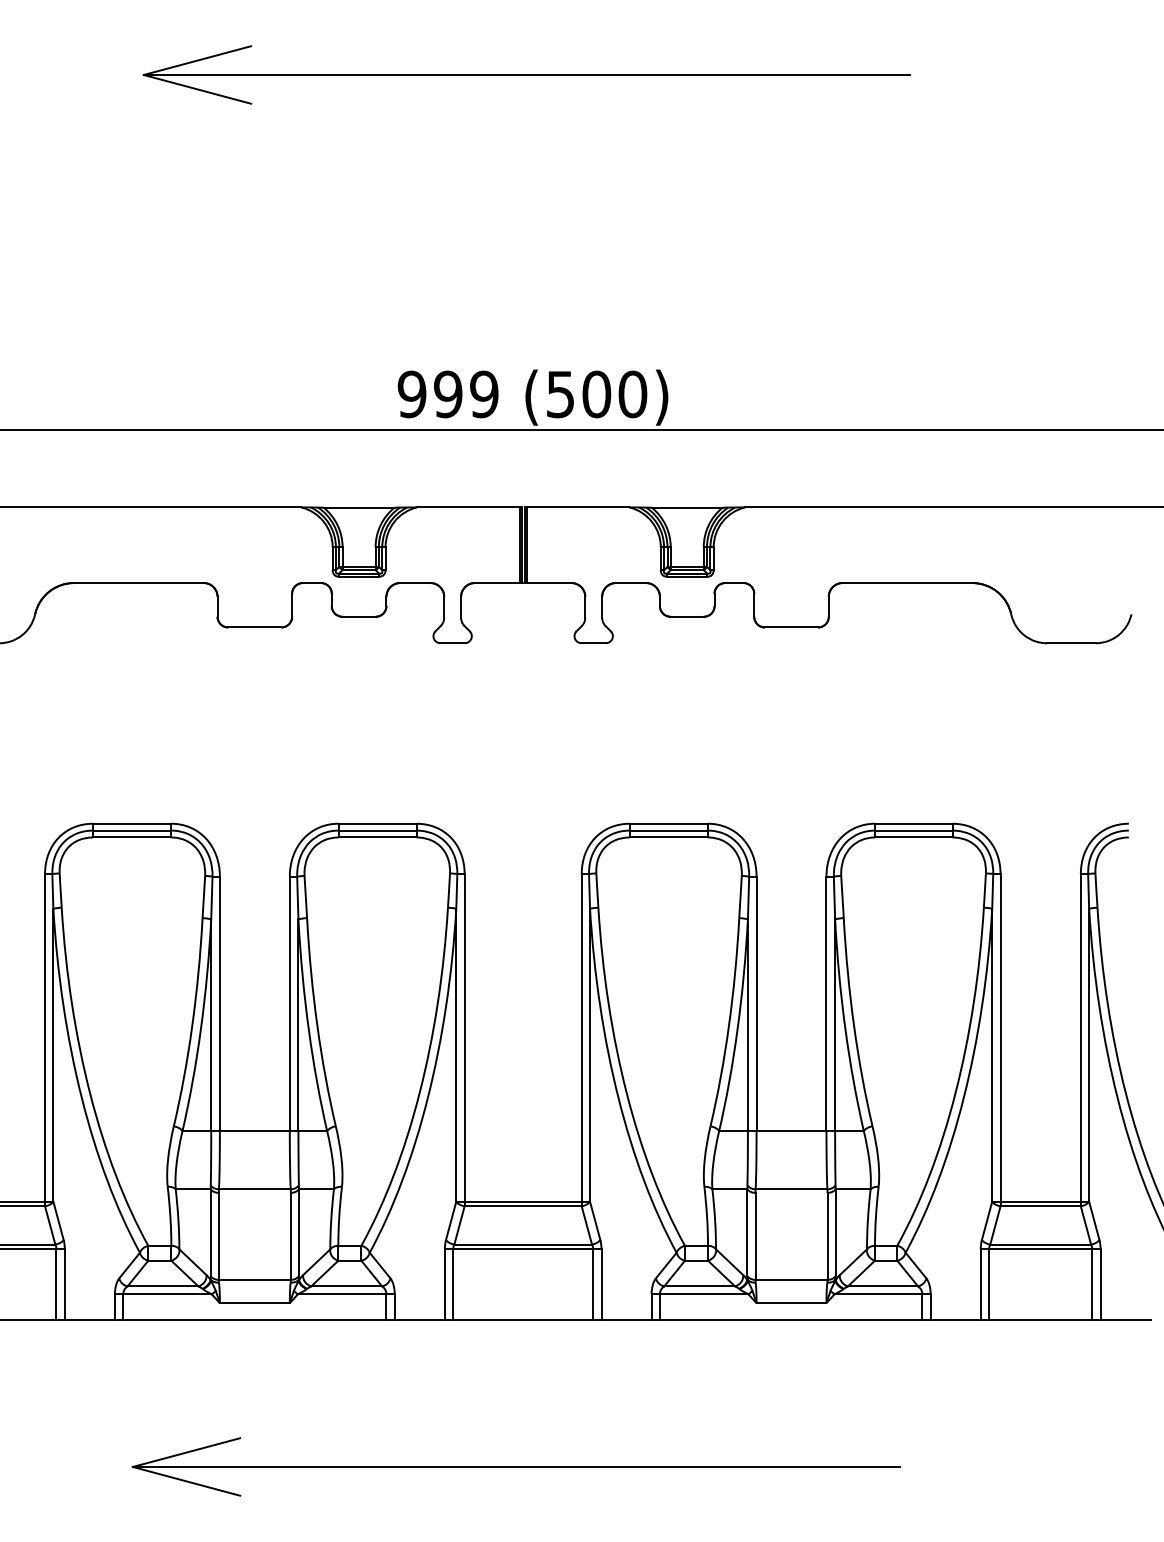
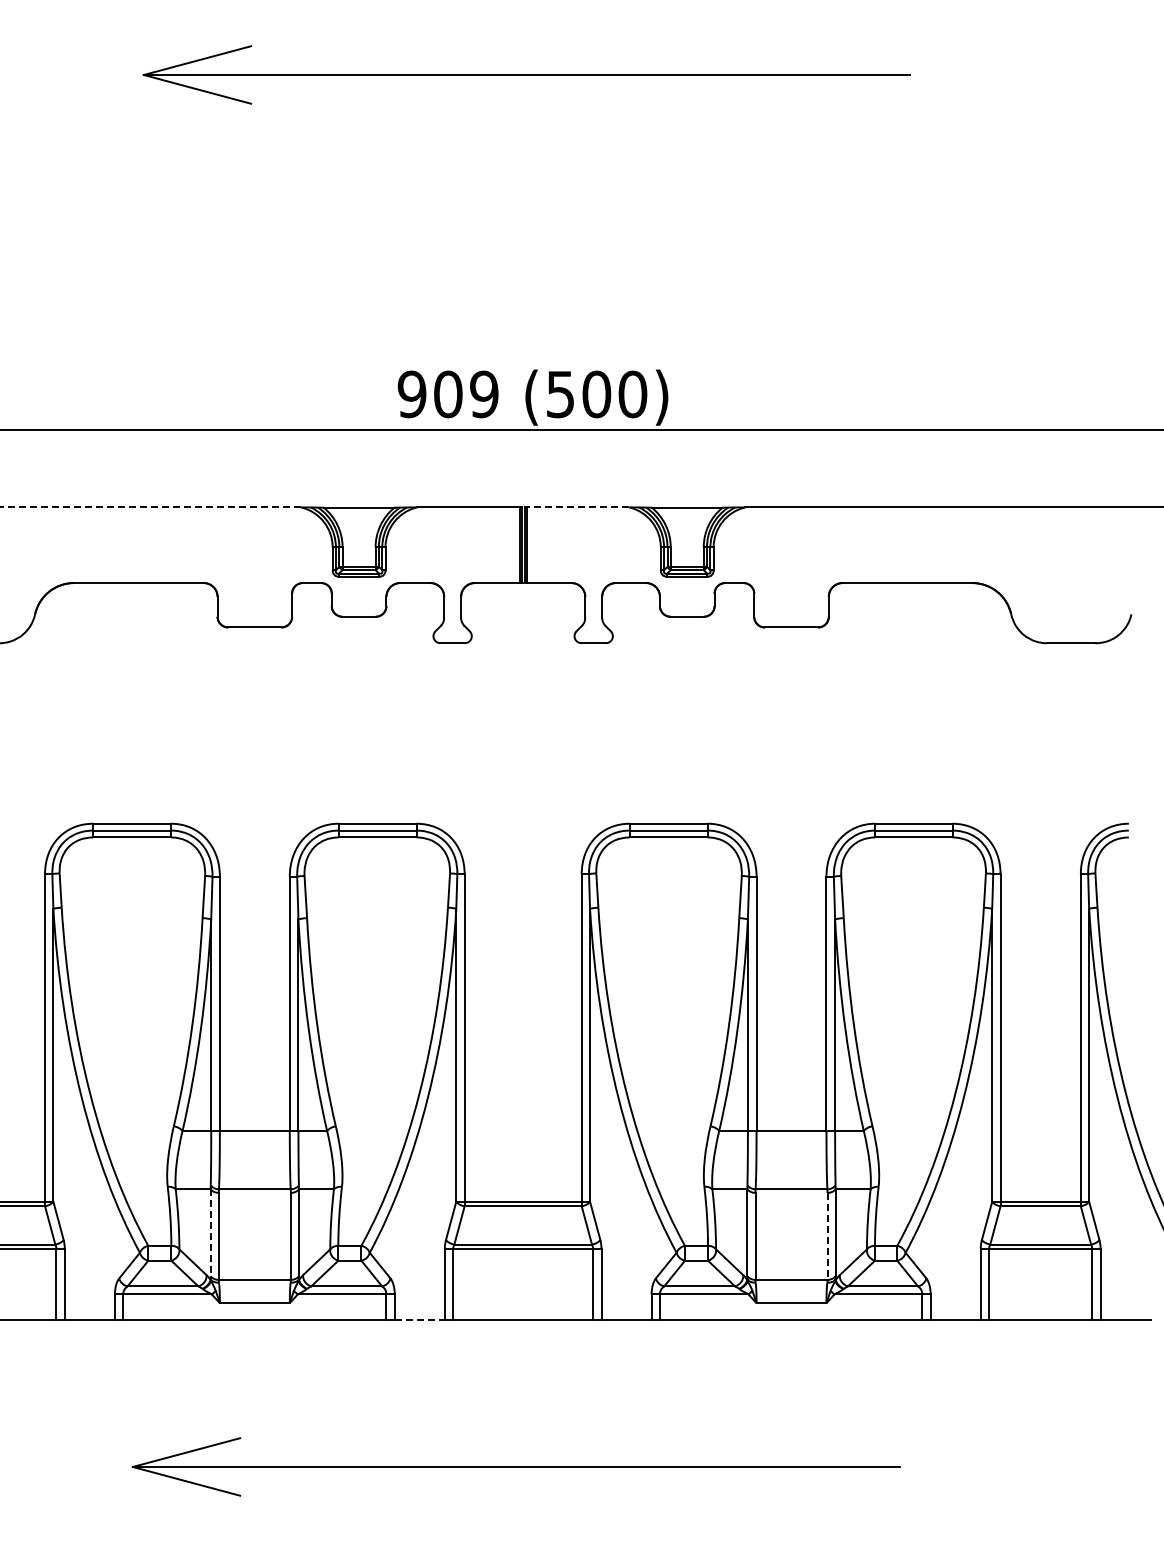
text at (448, 394): 999 -> 909
line at (150, 507): solid -> dashed
line at (577, 507): solid -> dashed
line at (210, 1233): solid -> dashed
line at (827, 1236): solid -> dashed
line at (420, 1319): solid -> dashed
